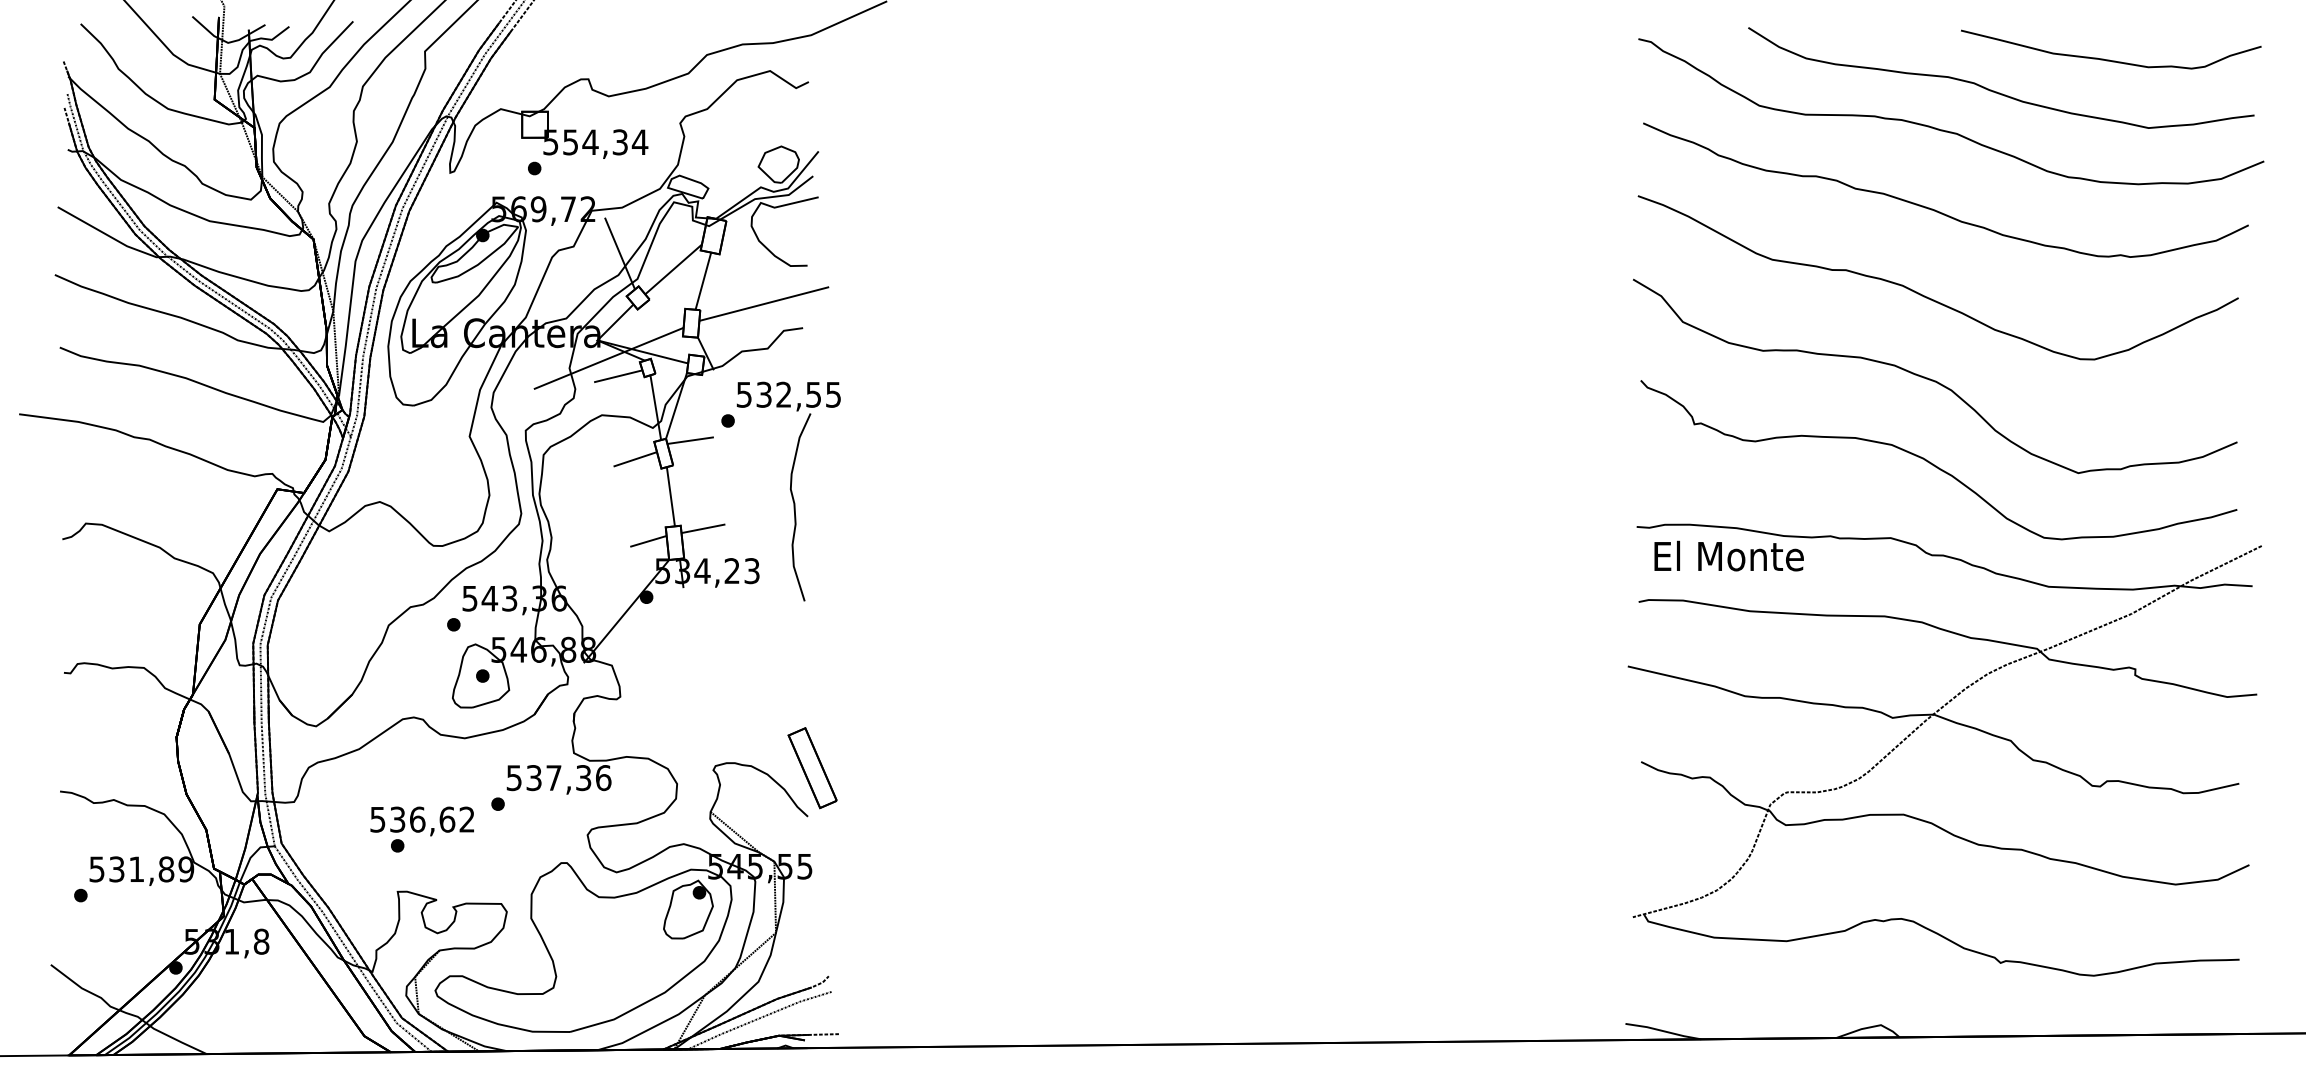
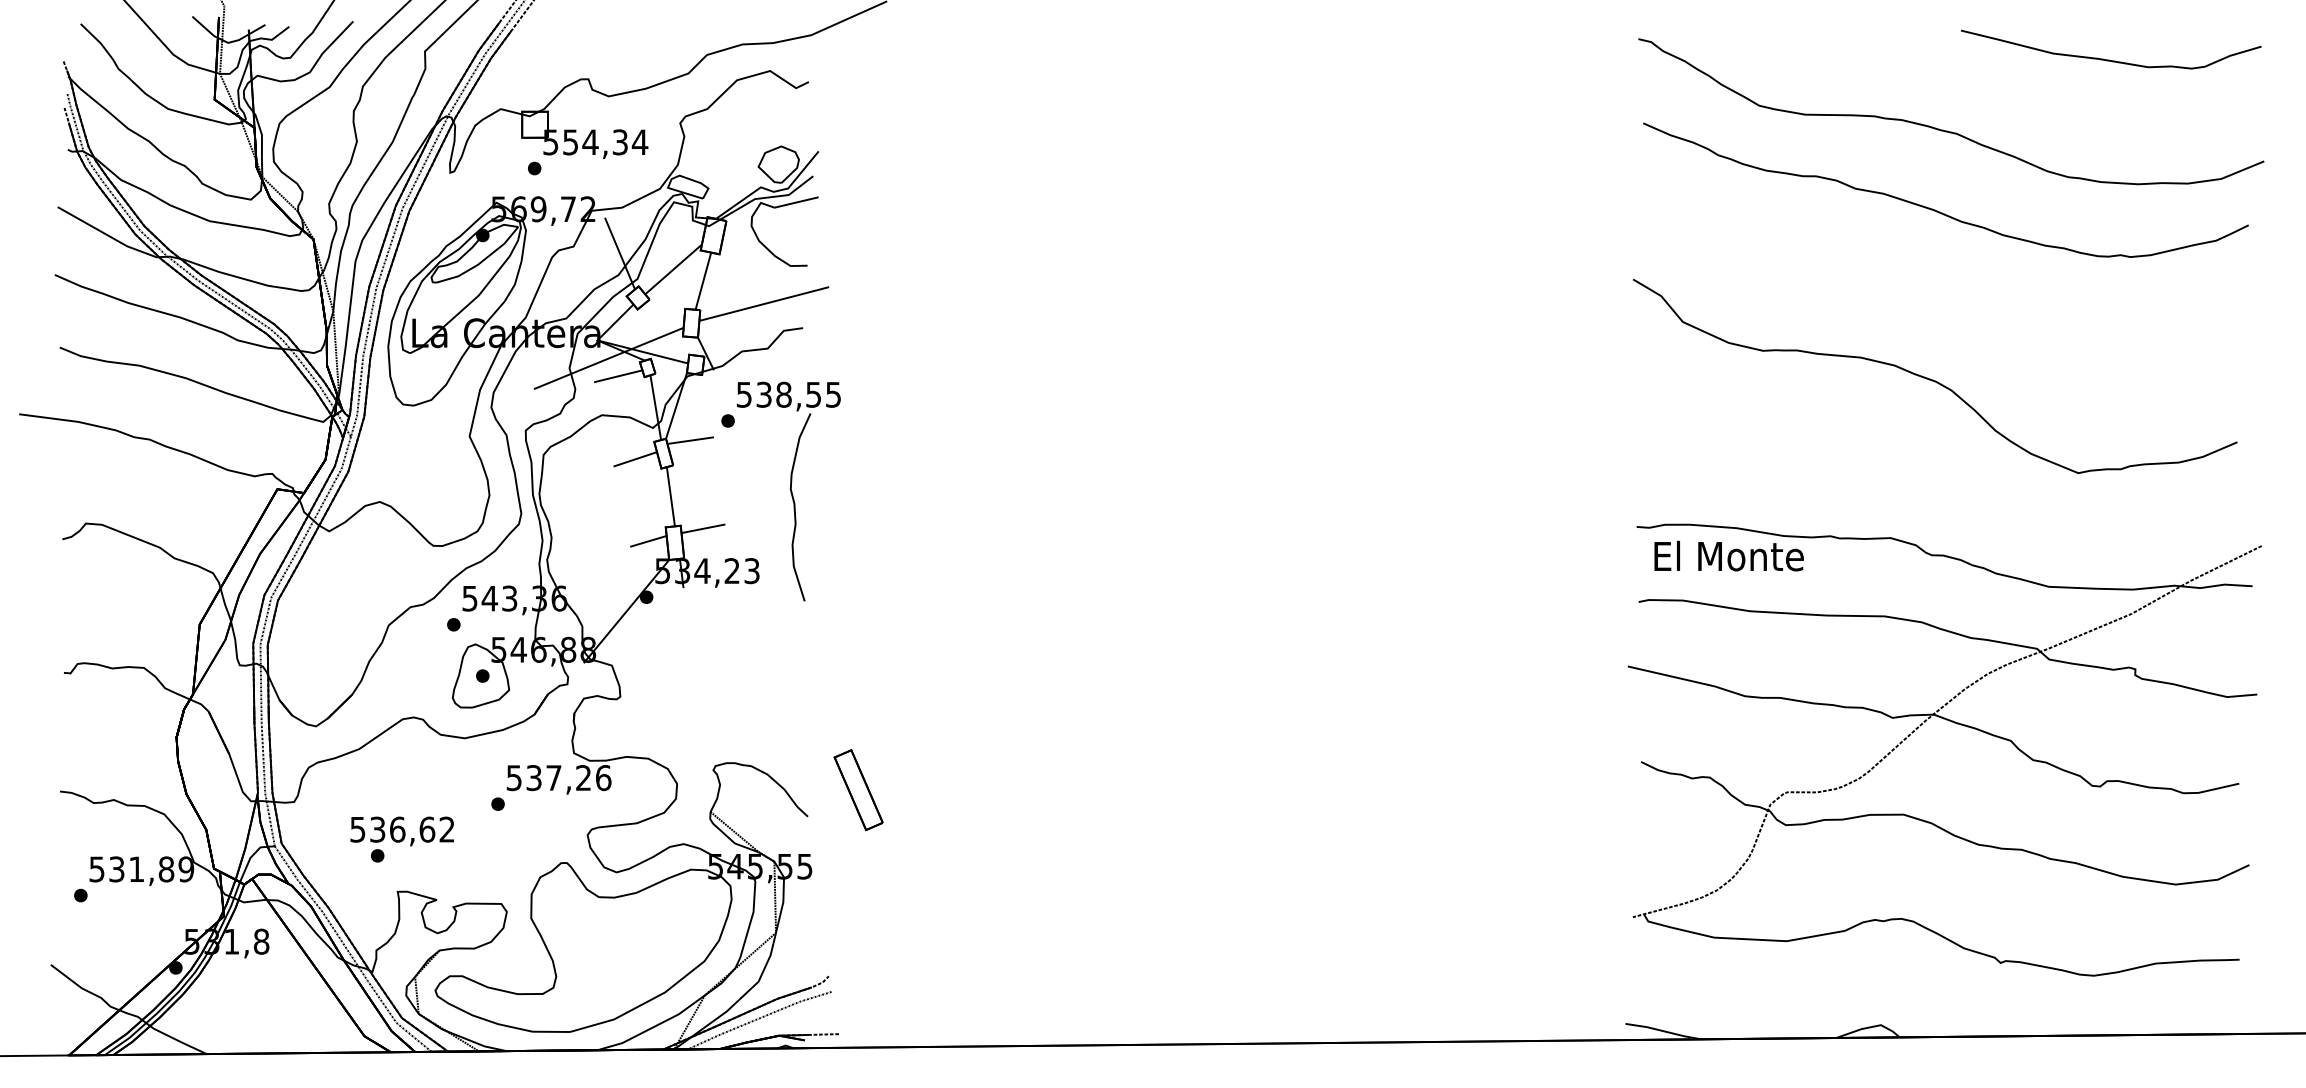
curve at (1997, 91): present -> none
curve at (1927, 296): present -> none
text at (783, 394): 532,55 -> 538,55
curve at (1936, 465): present -> none
part at (812, 768) position: (812, 768) -> (858, 790)
text at (583, 778): 537,36 -> 537,26
text at (421, 829) position: (421, 829) -> (401, 839)
part at (688, 909): present -> none
